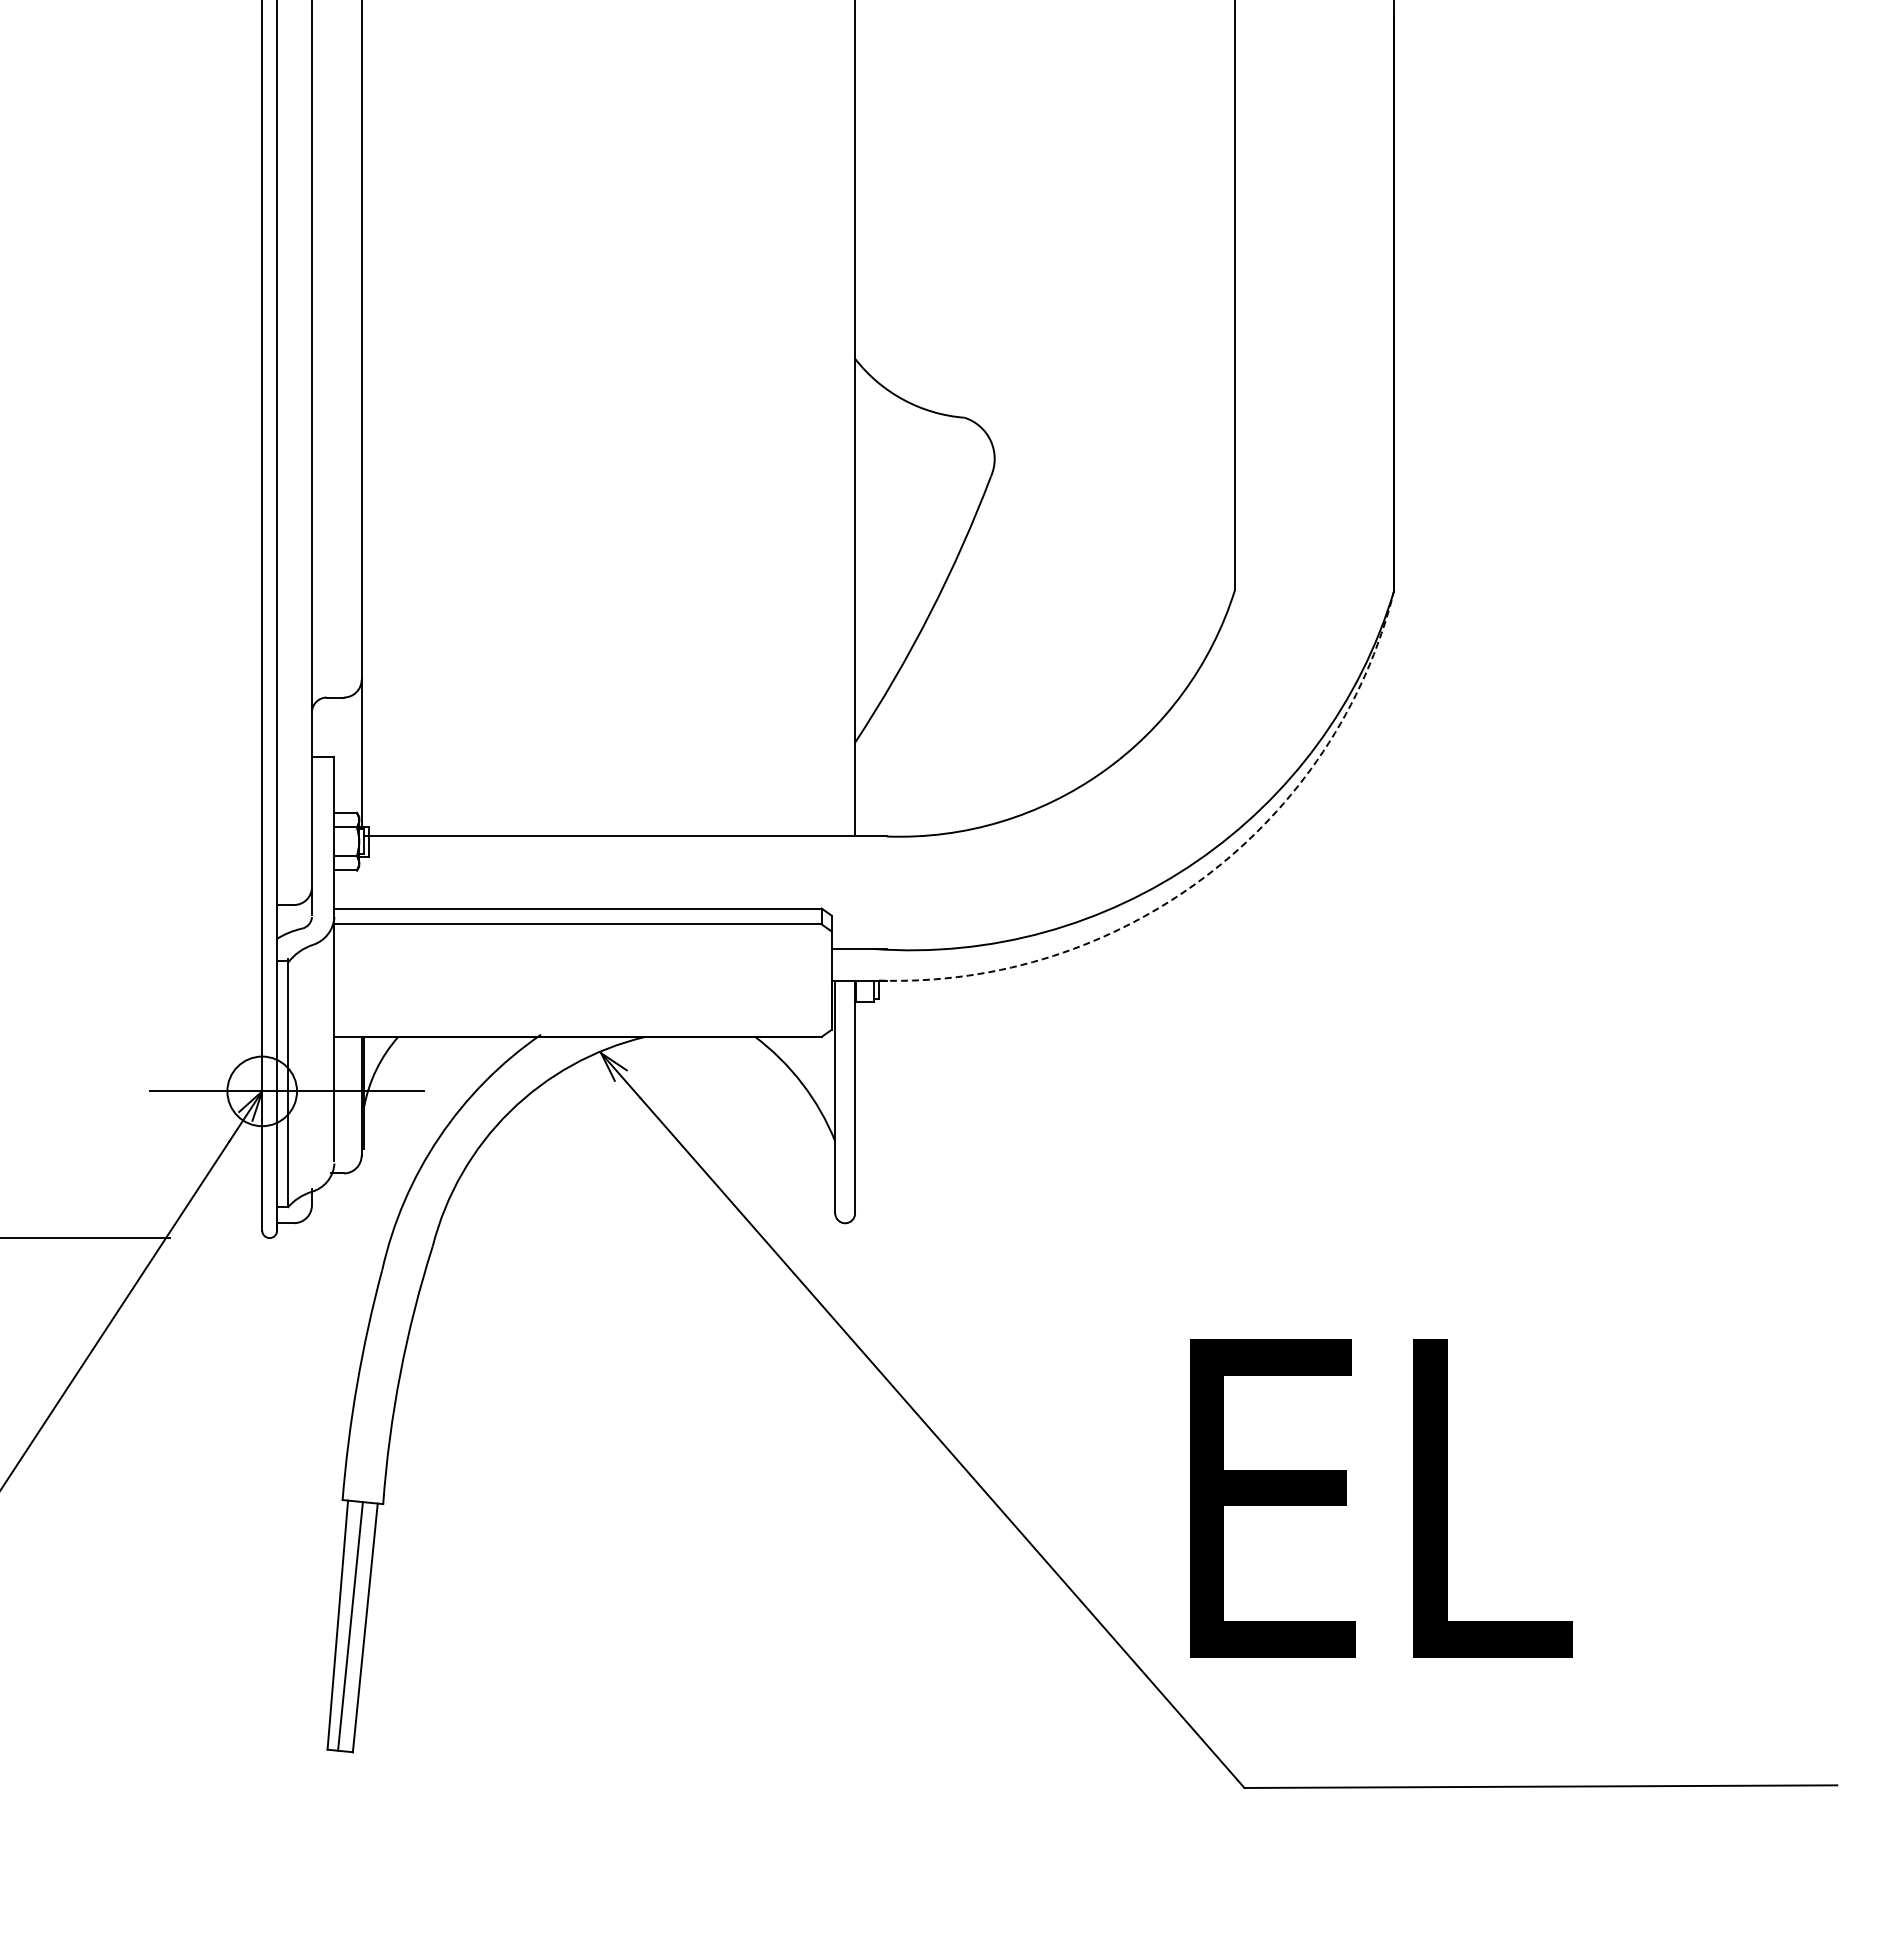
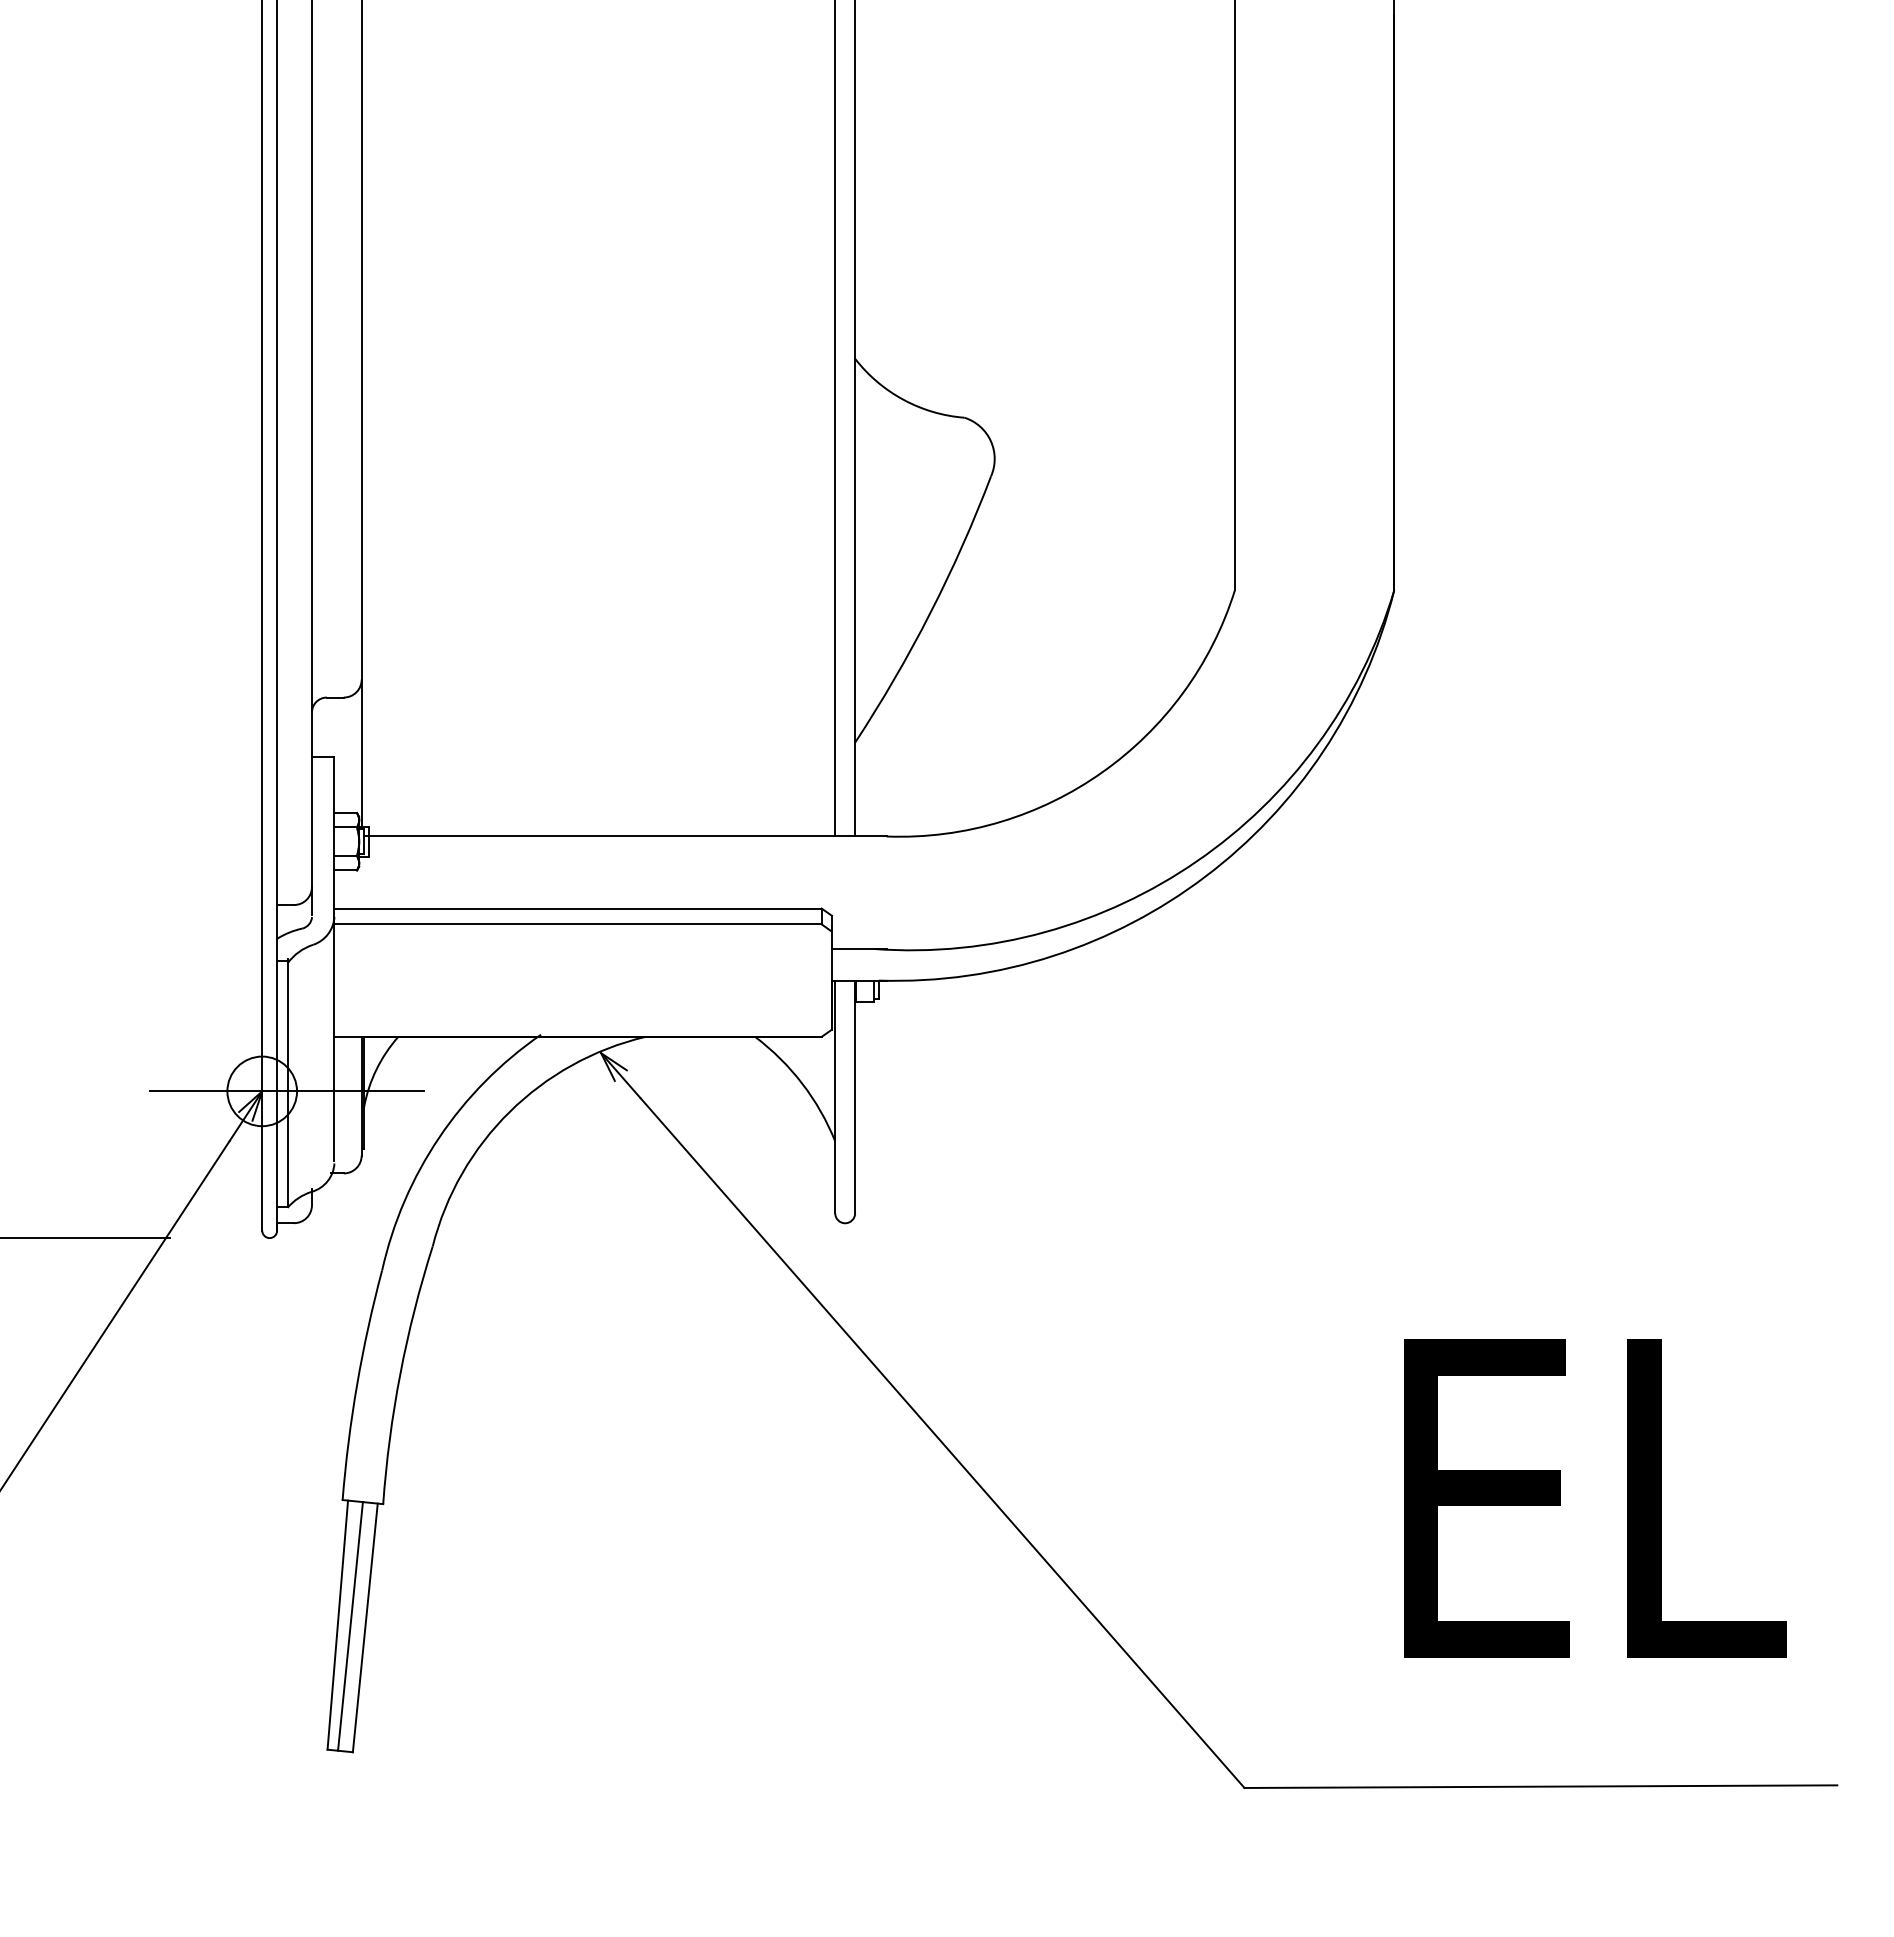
line at (835, 419): none -> present
arc at (1205, 876): dashed -> solid
text at (1381, 1498) position: (1381, 1498) -> (1595, 1498)
